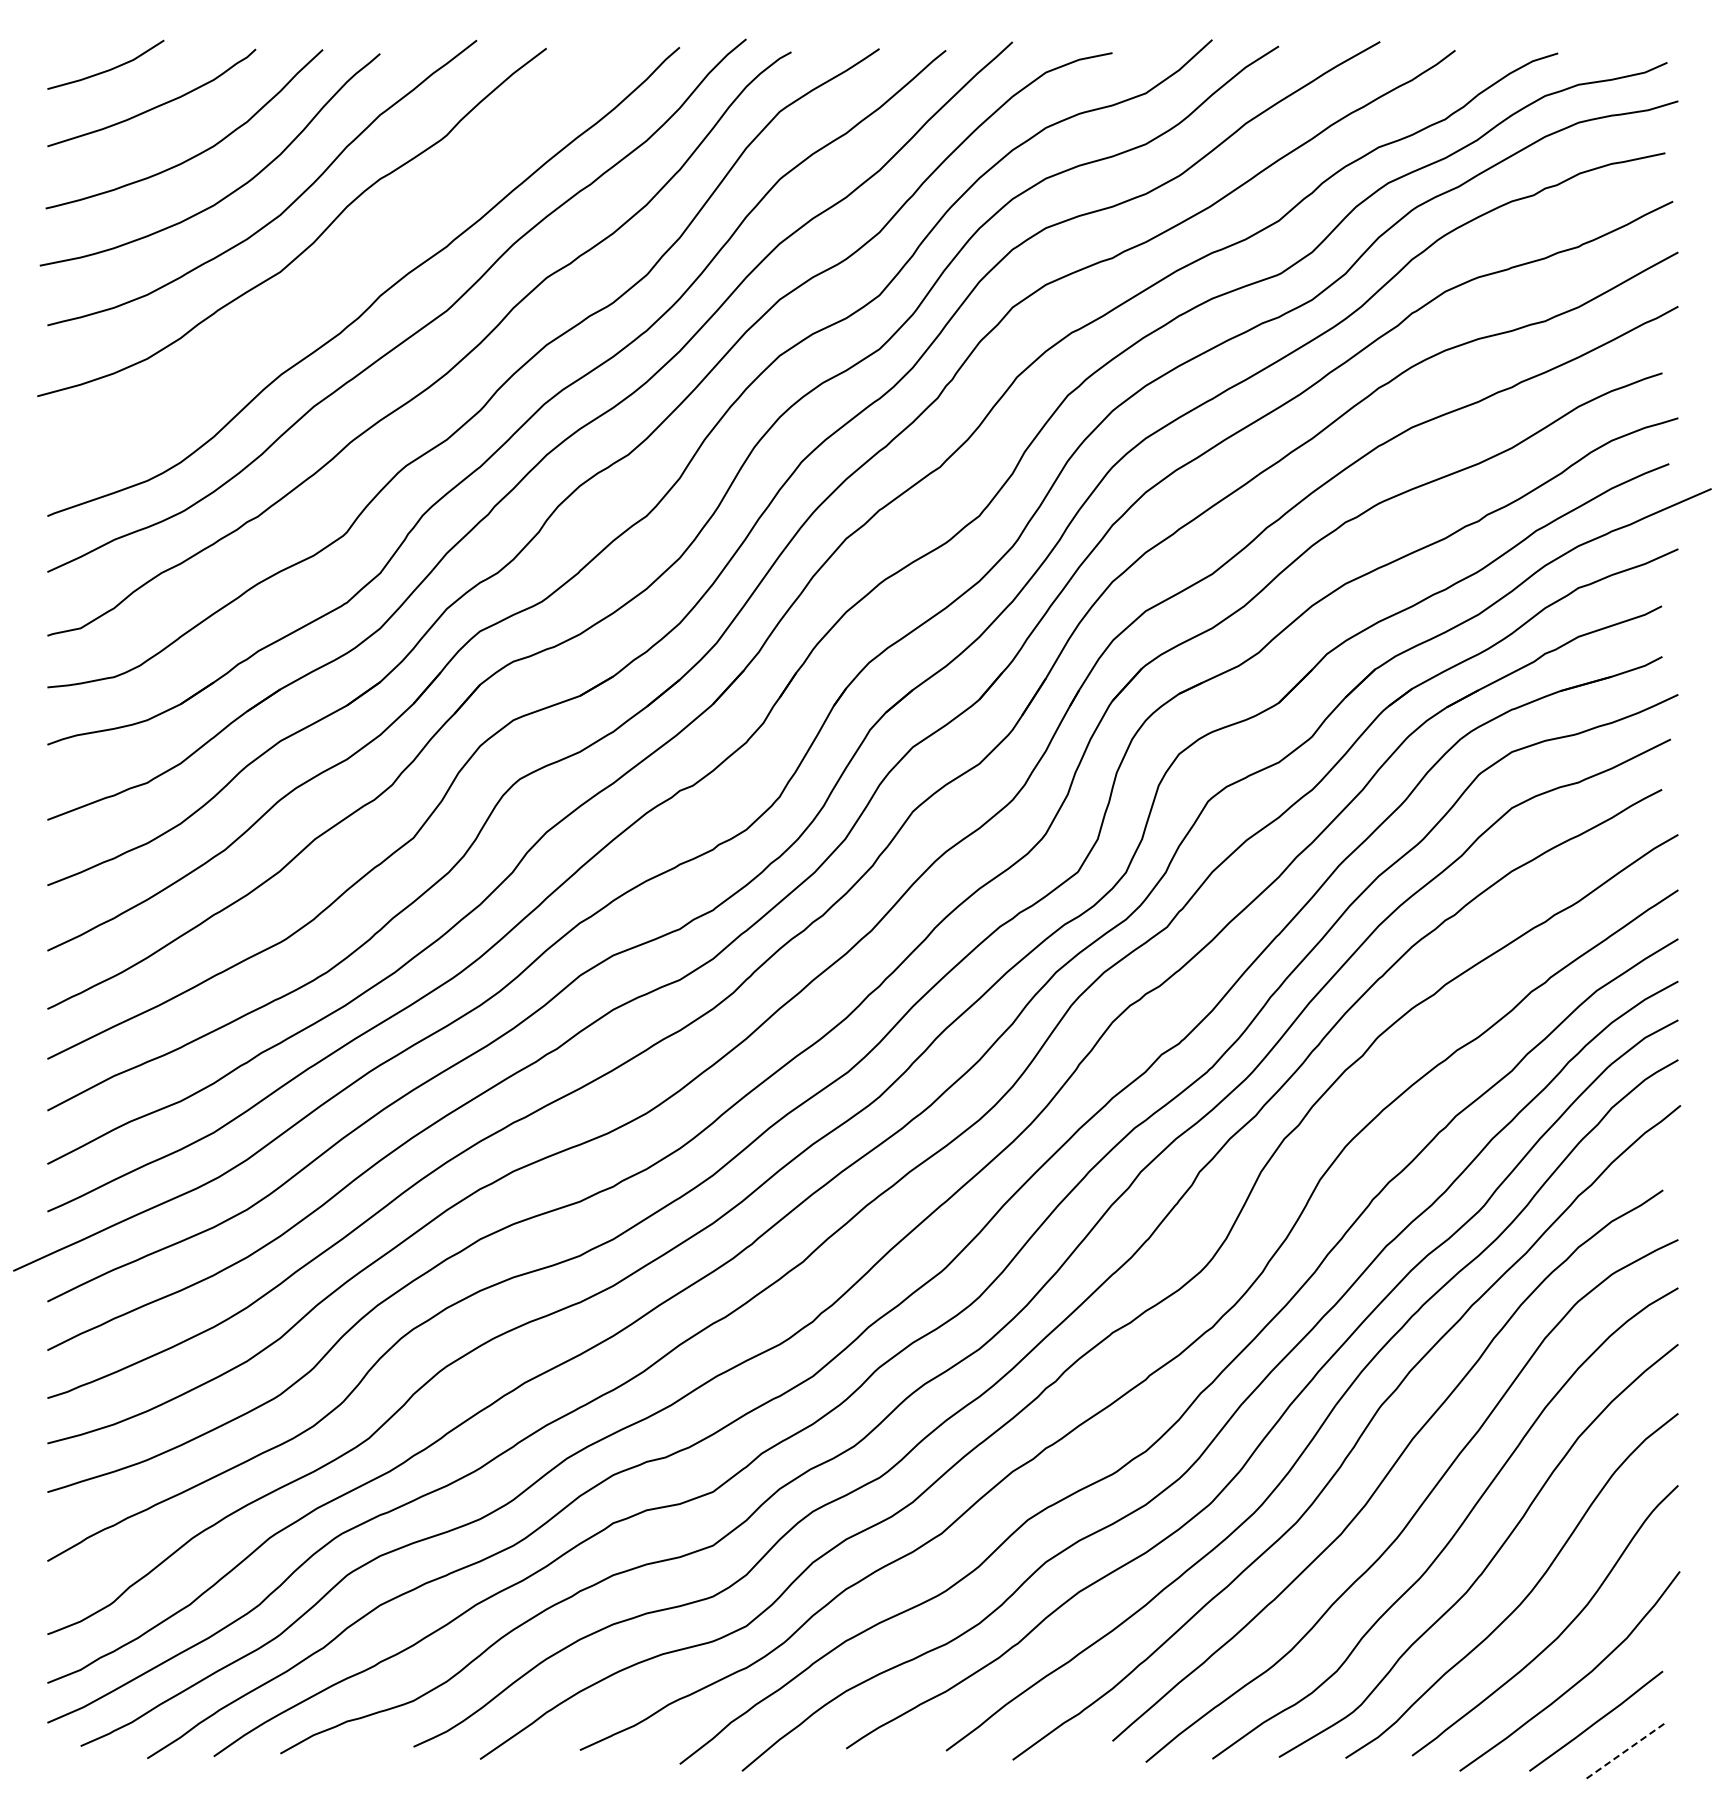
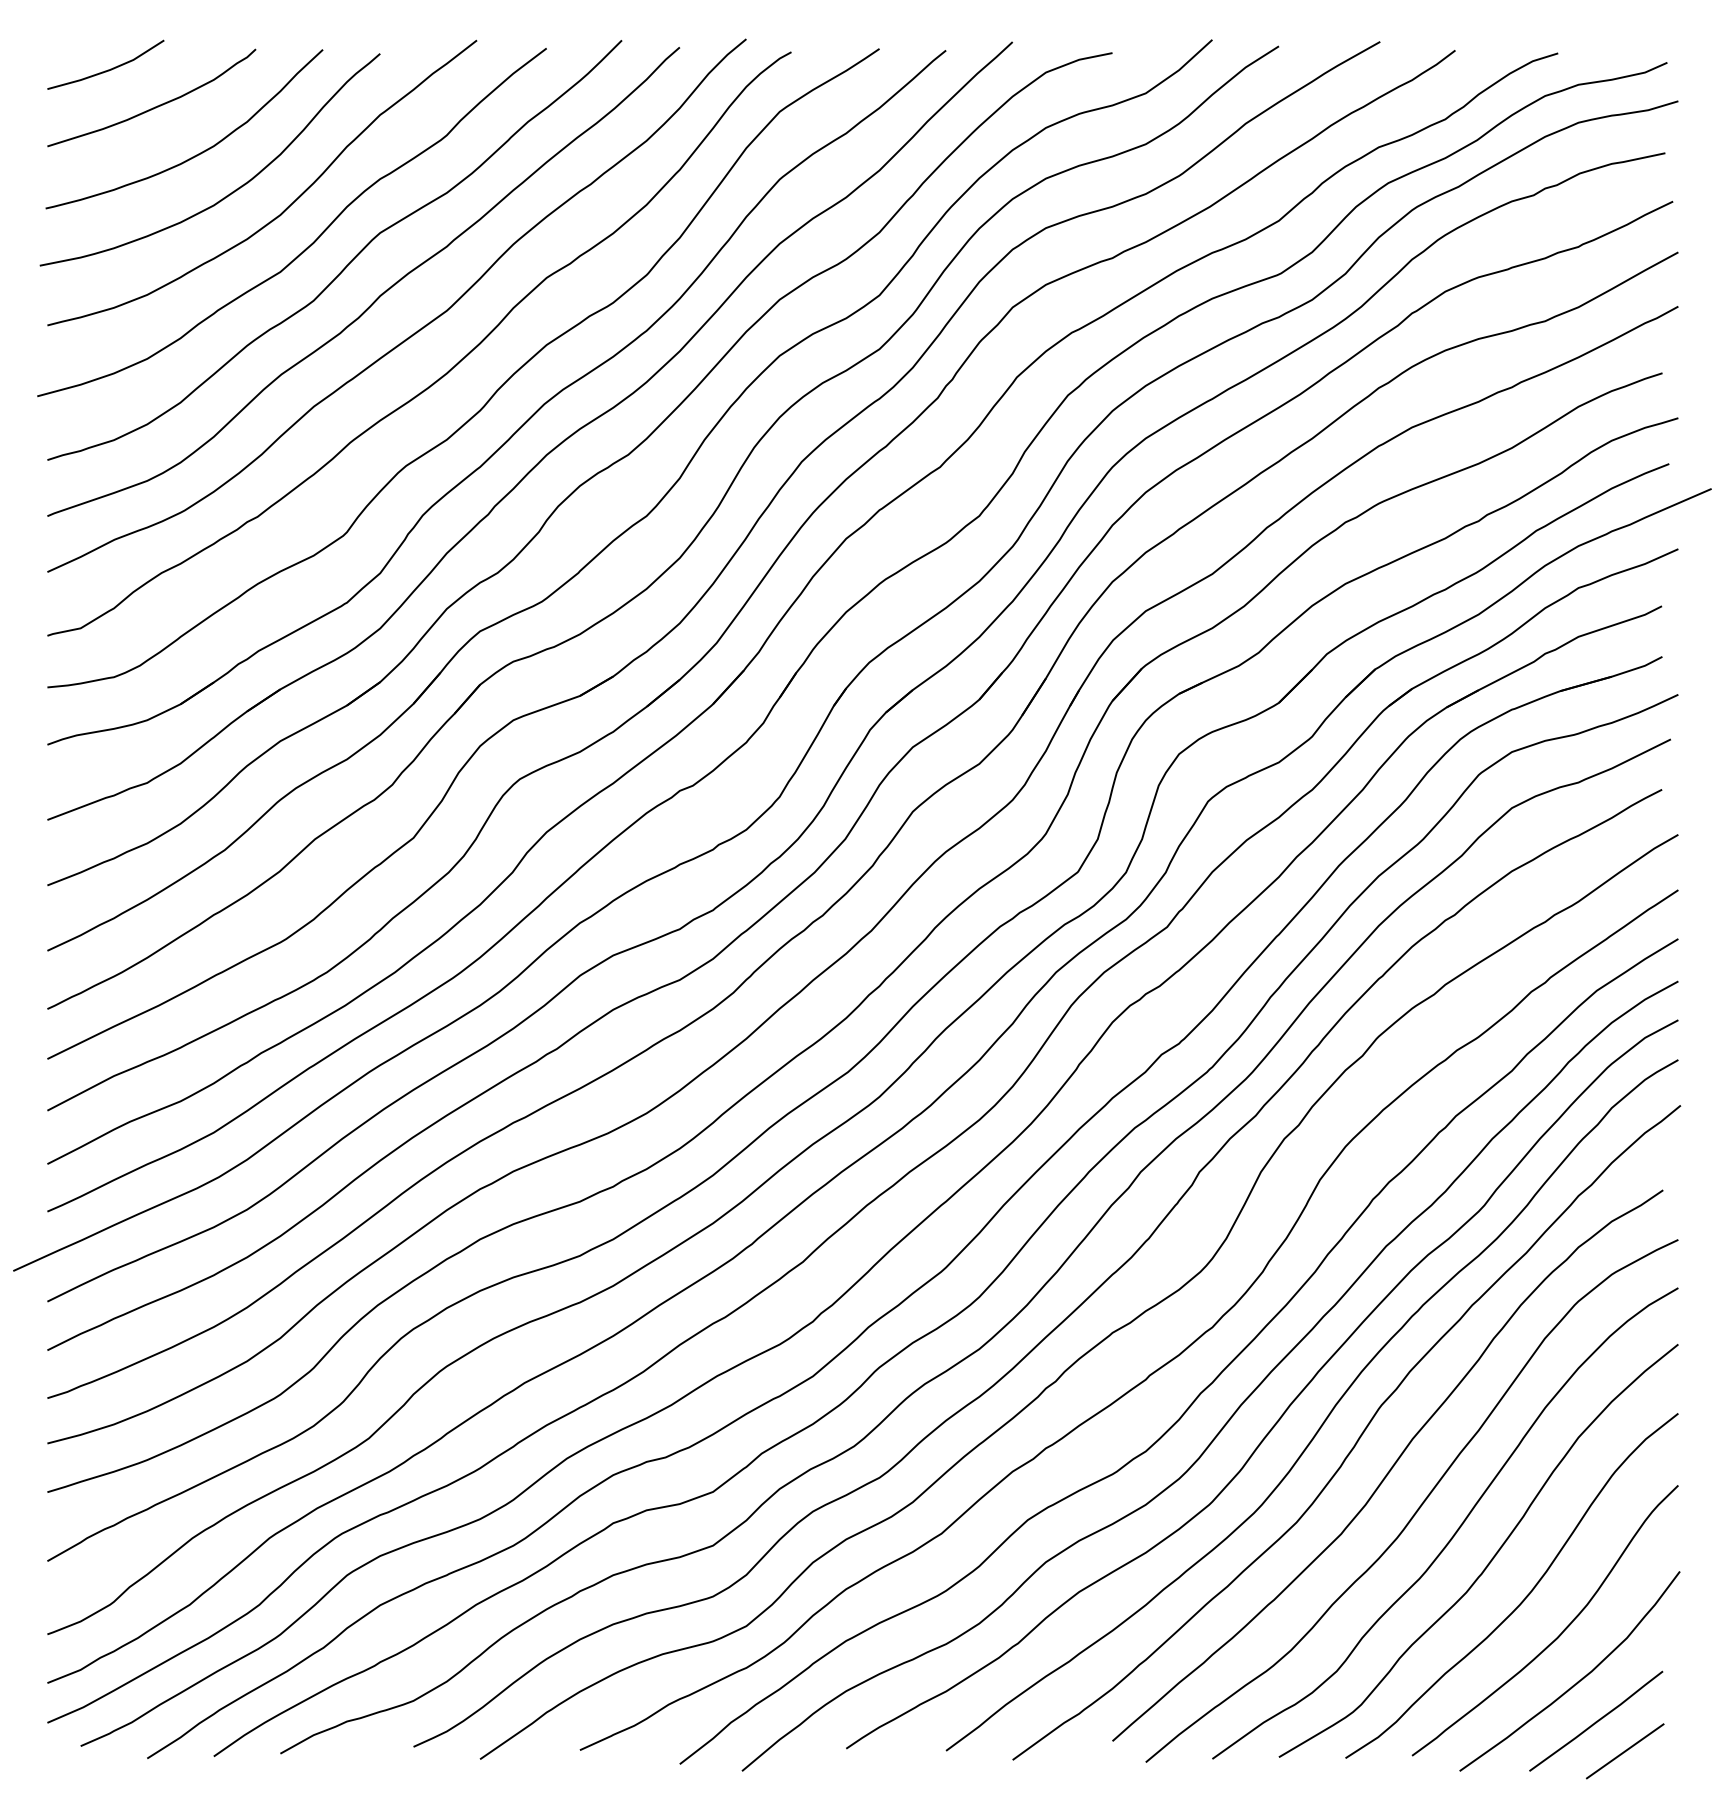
curve at (348, 263): none -> present
line at (1625, 1751): dashed -> solid
